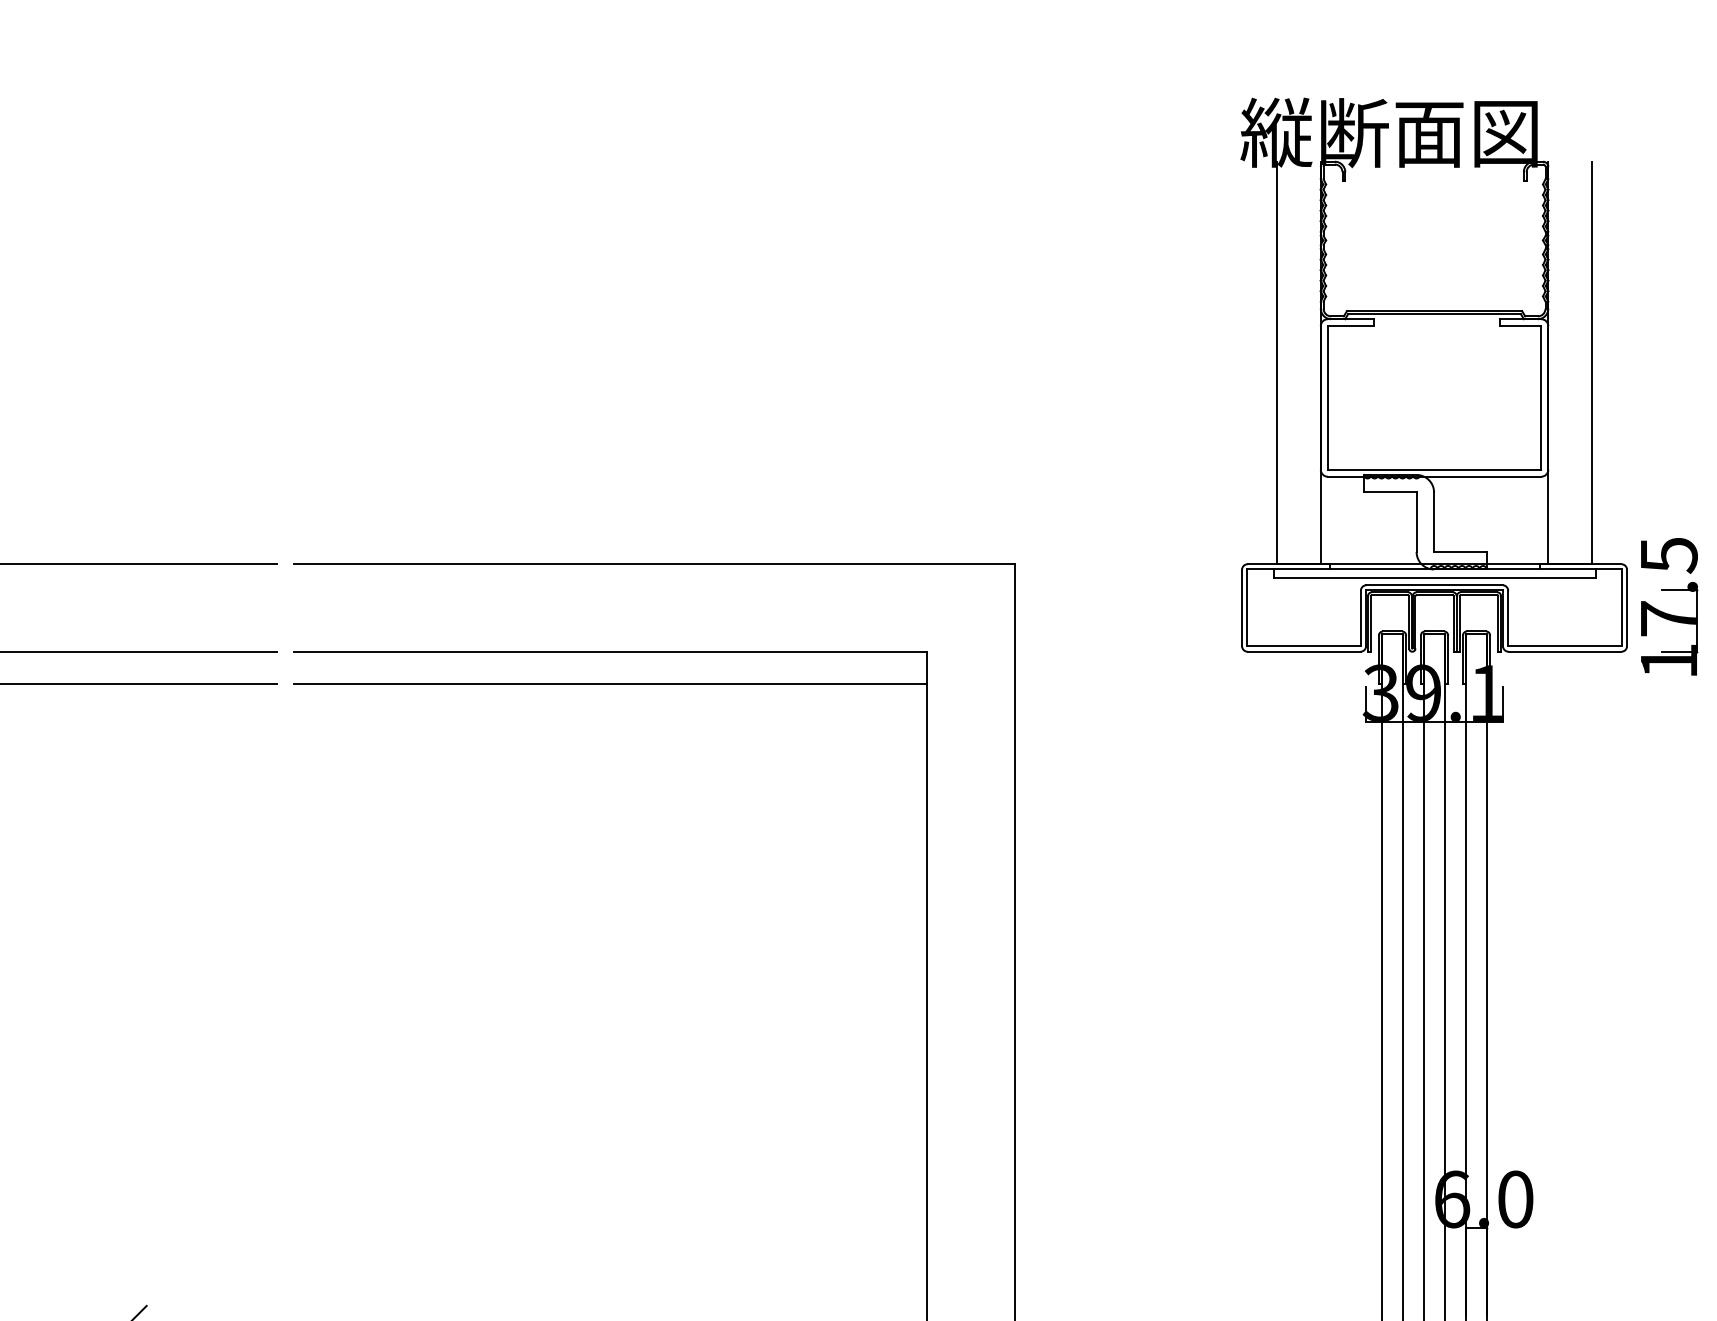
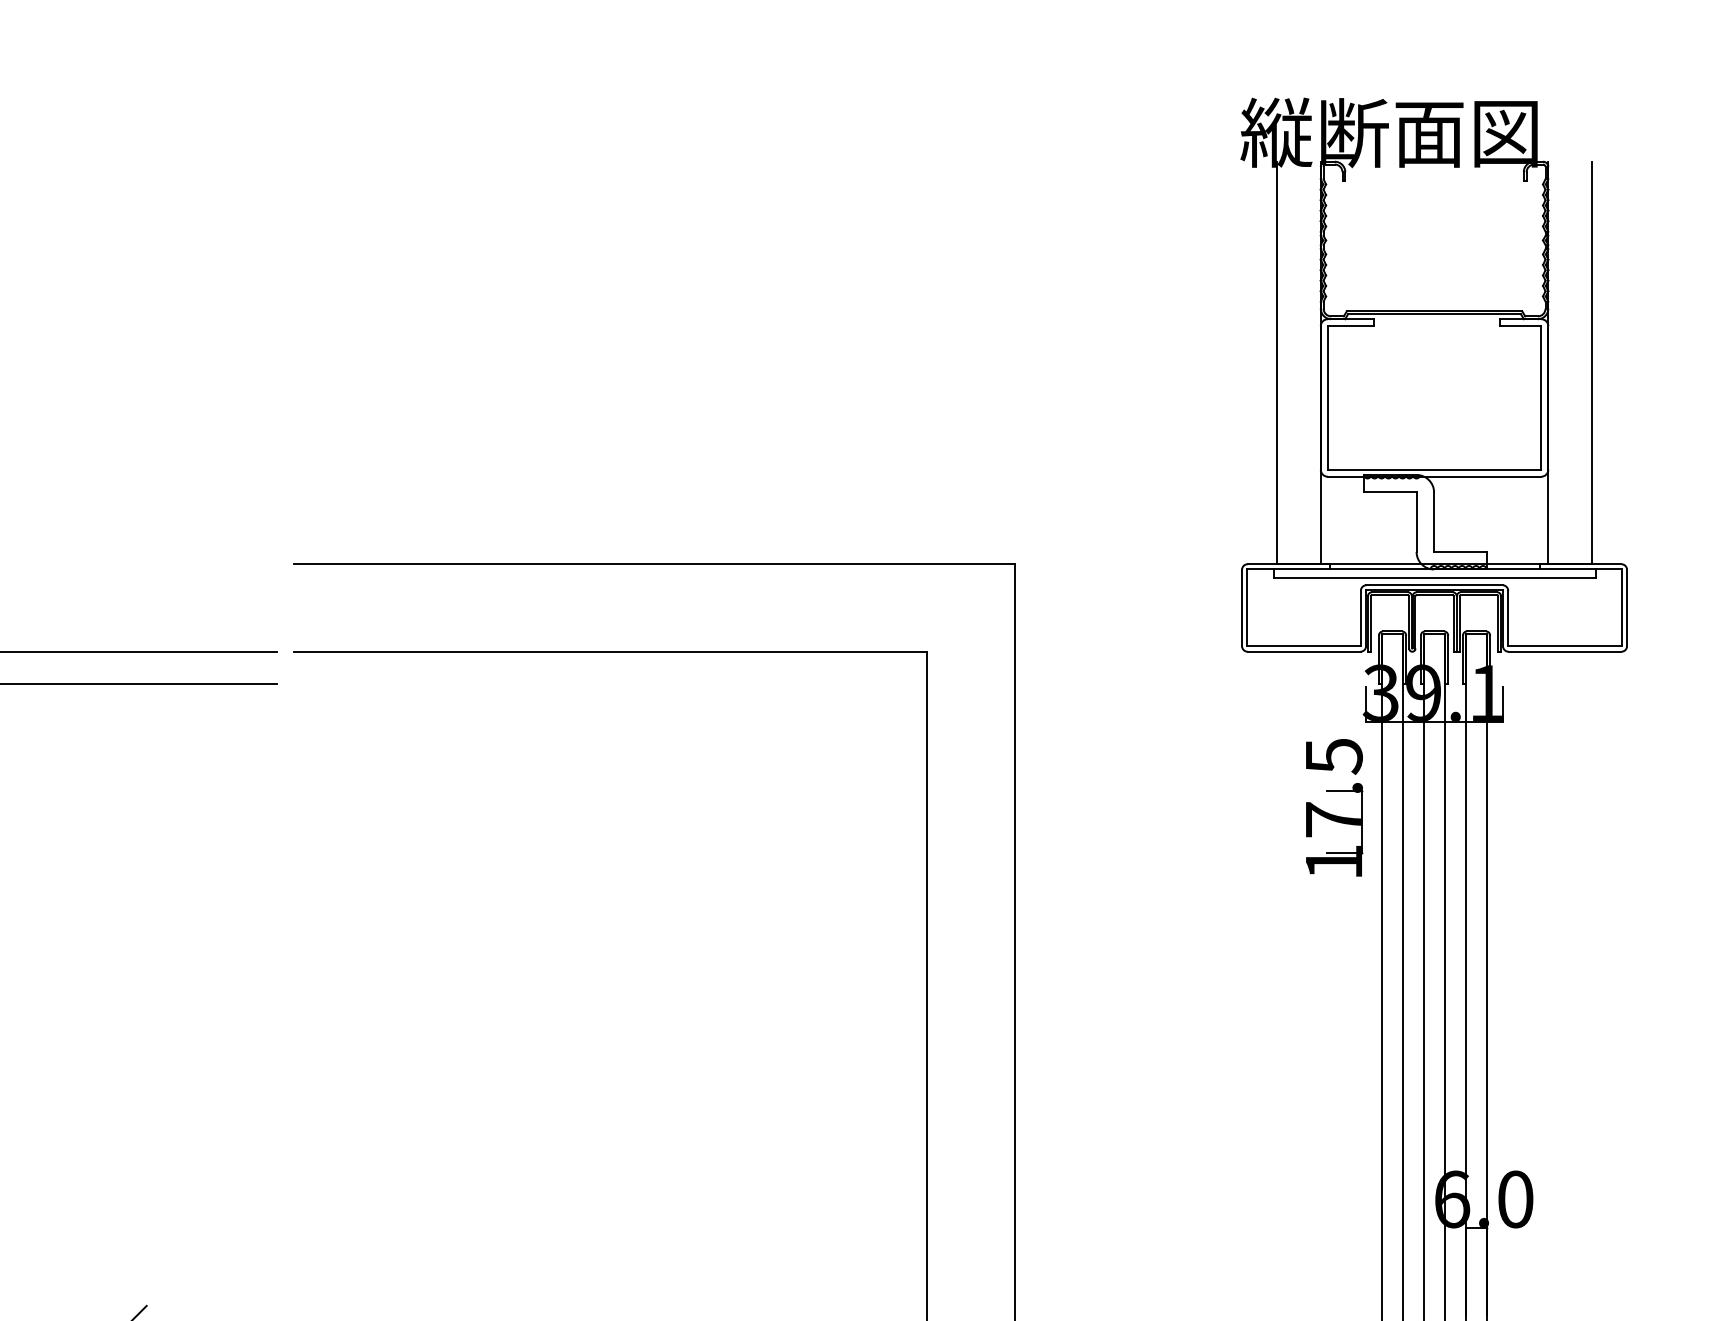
line at (139, 564): present -> none
part at (1668, 613) position: (1668, 613) -> (1333, 814)
line at (610, 683): present -> none
